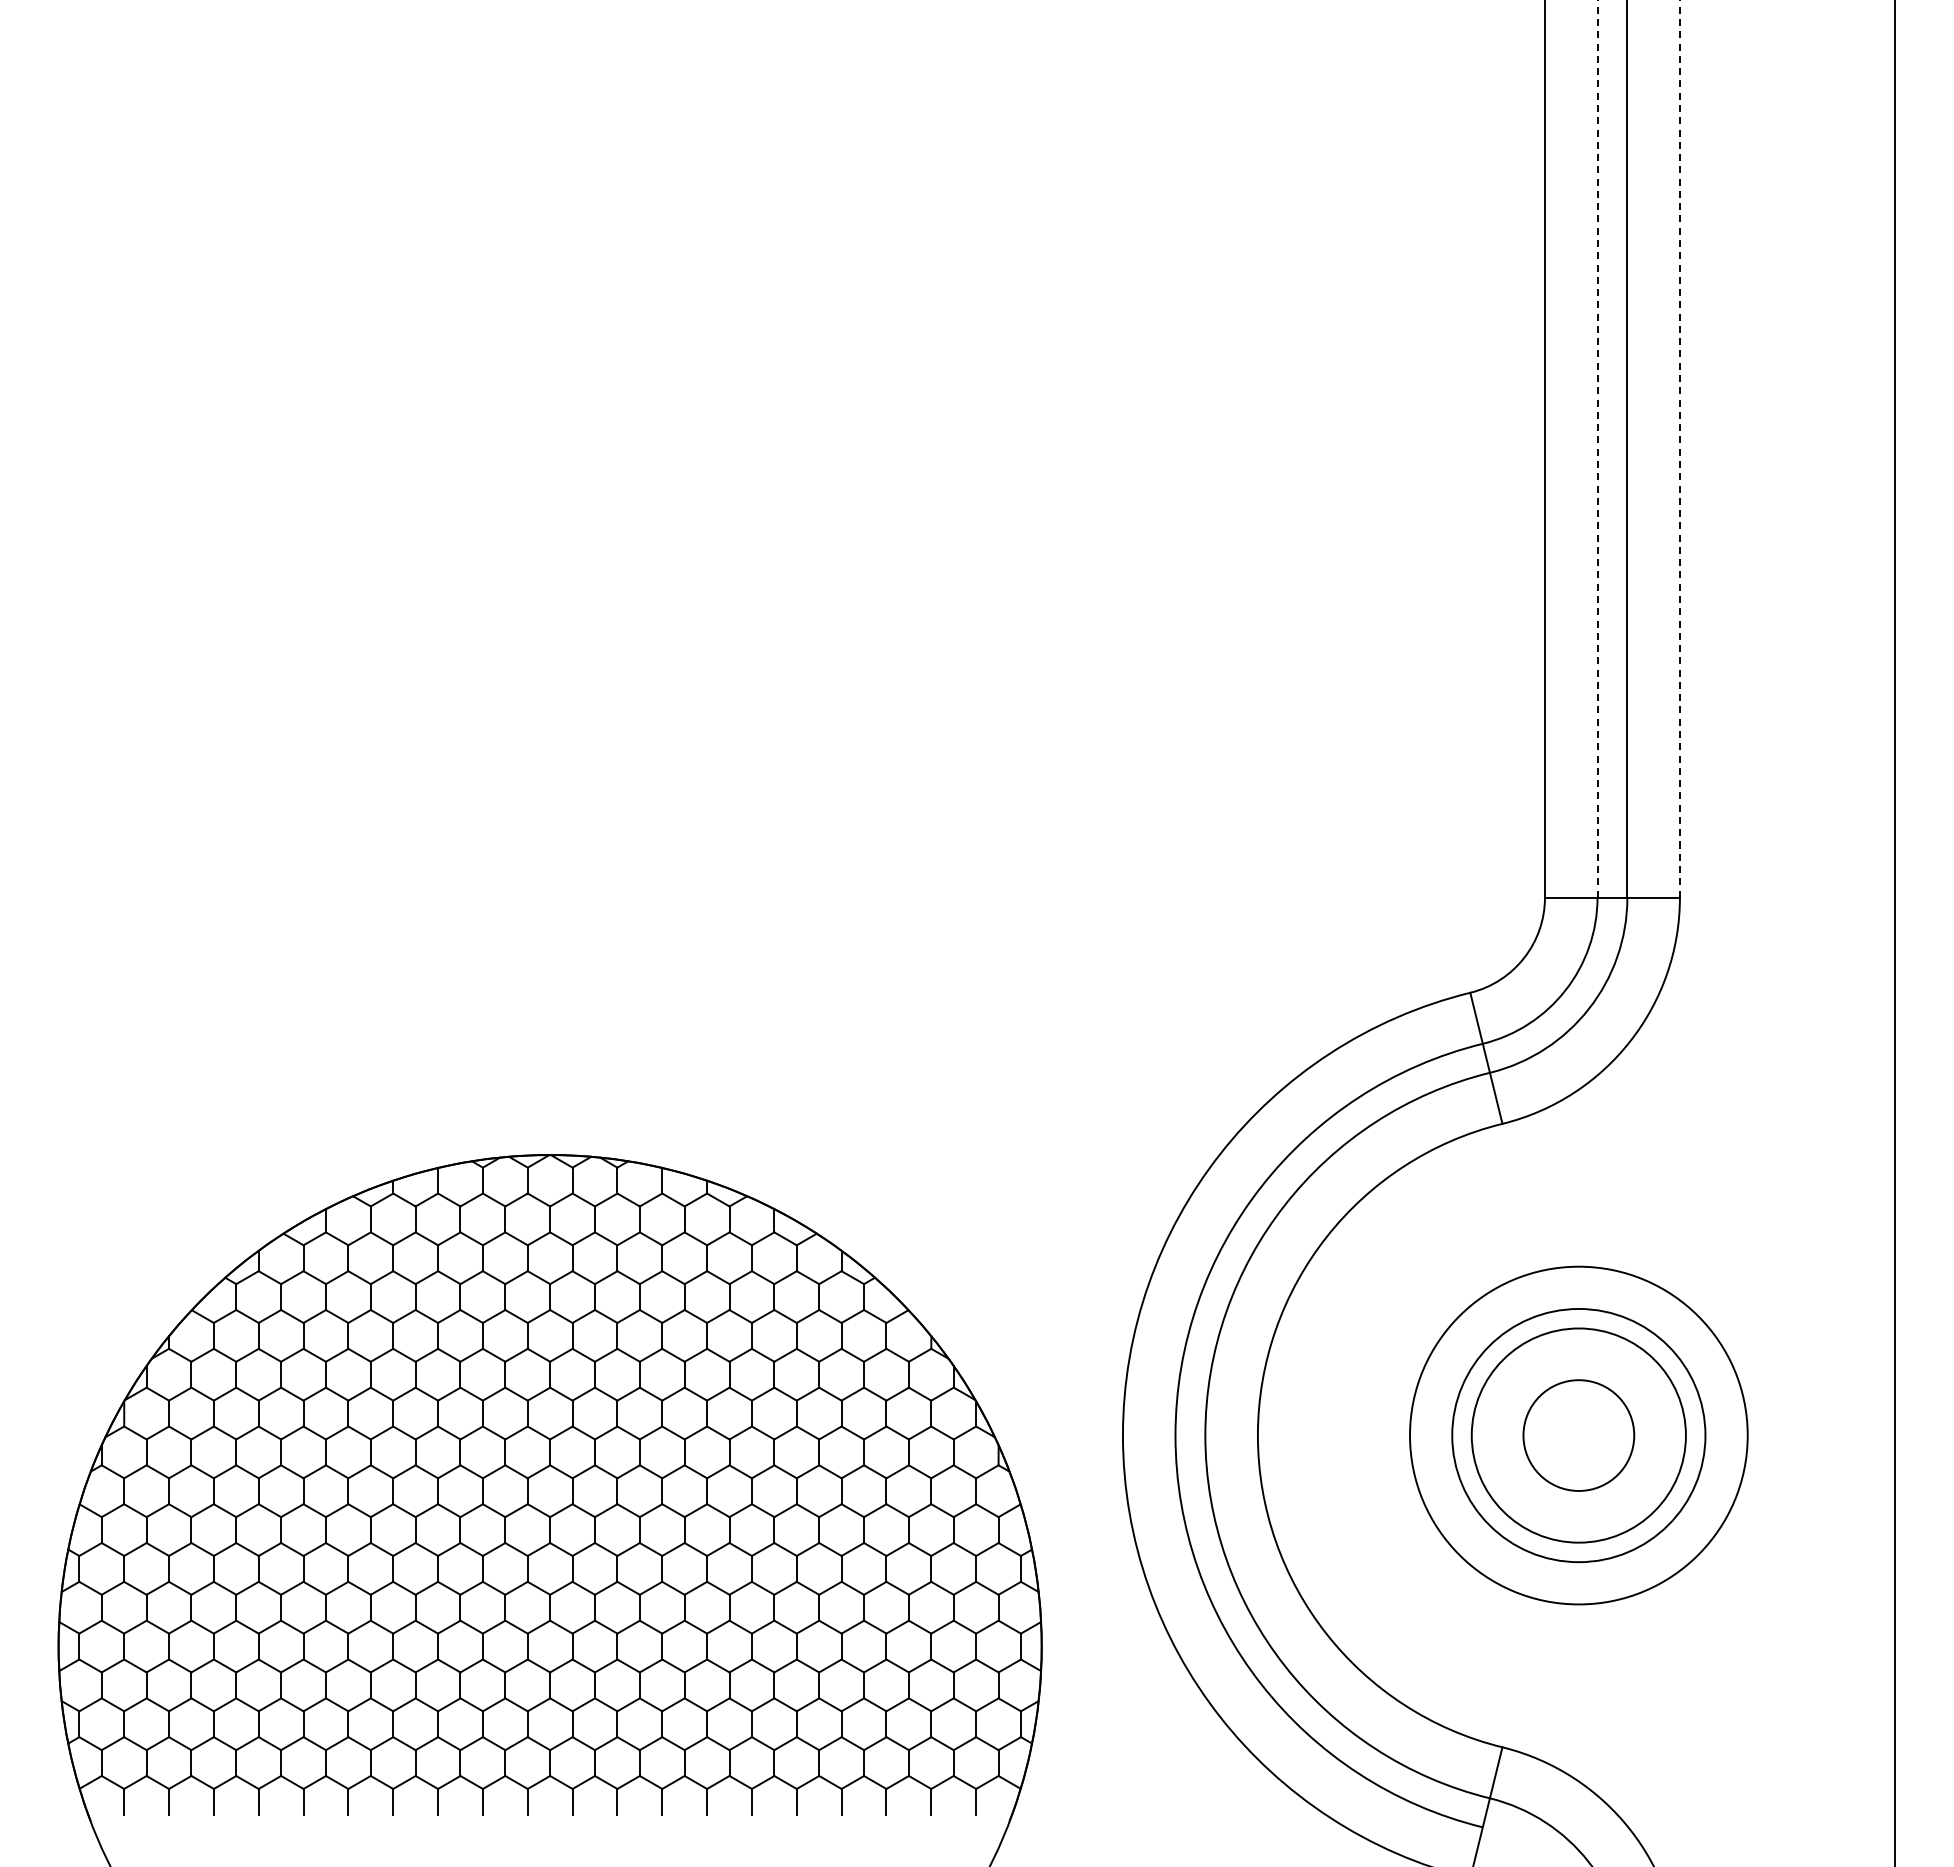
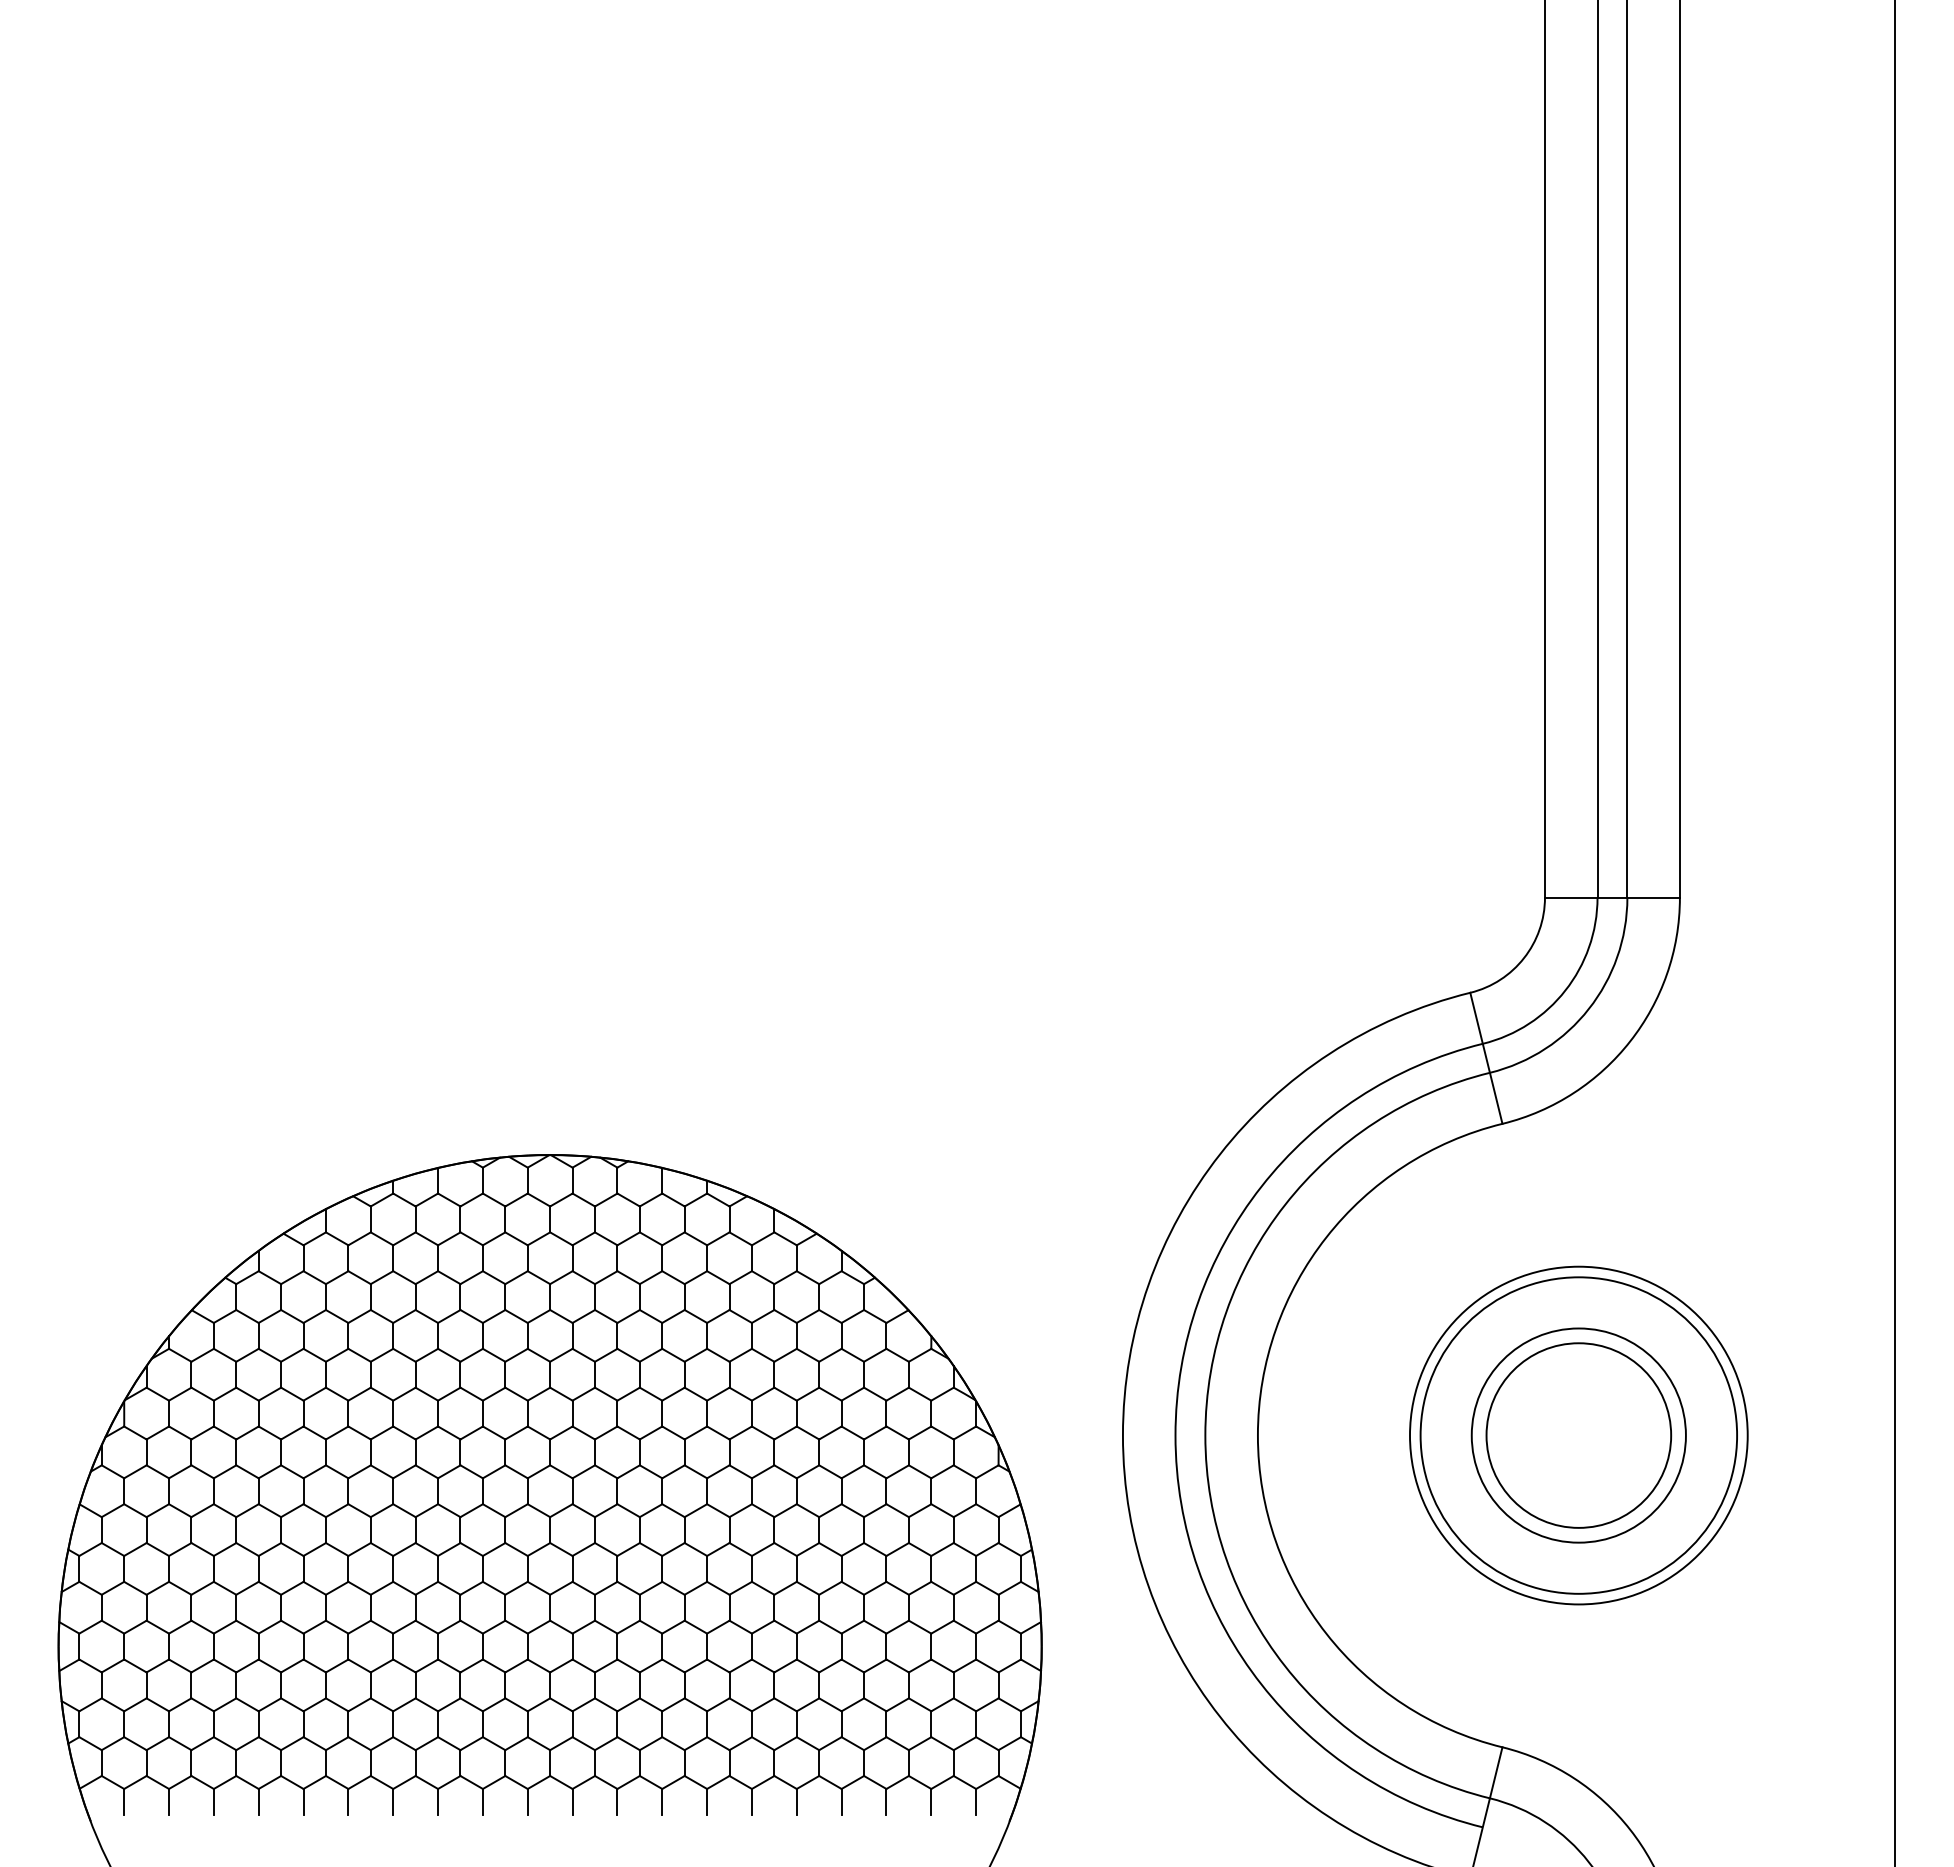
line at (1597, 448): dashed -> solid
line at (1679, 448): dashed -> solid
circle at (1578, 1435) diameter: 111 px -> 185 px
circle at (1578, 1435) diameter: 253 px -> 317 px
